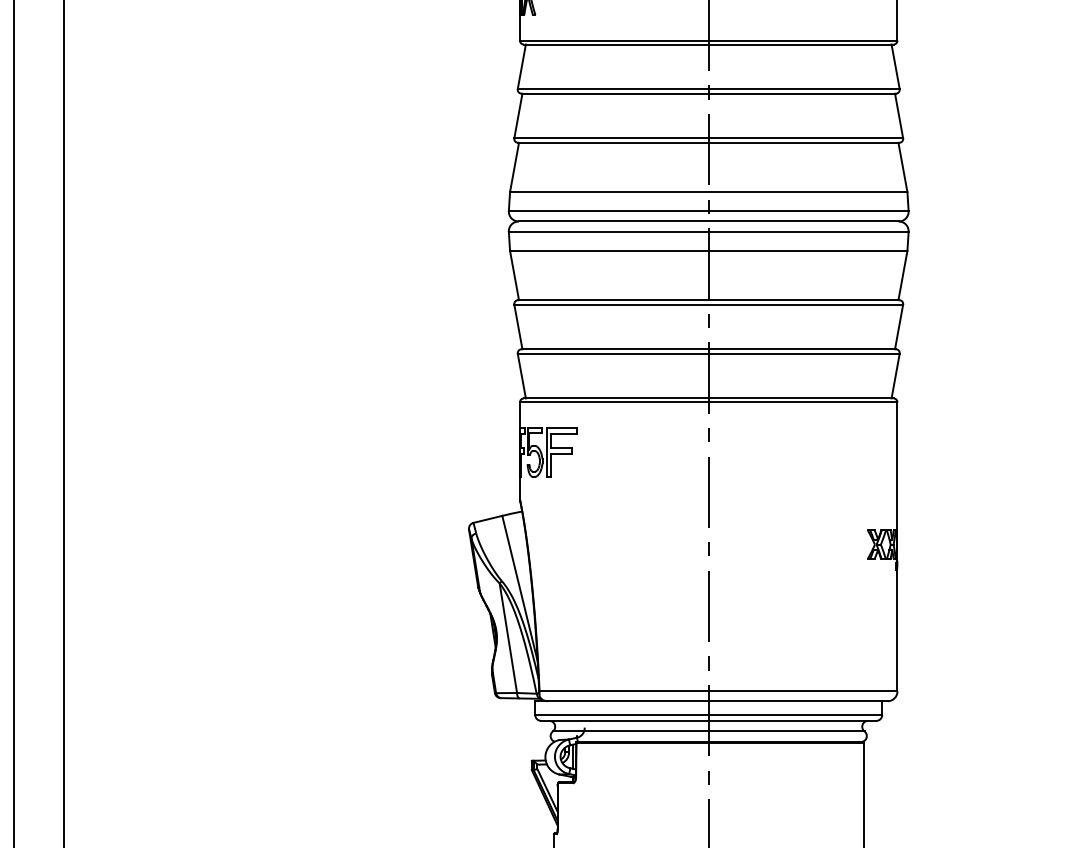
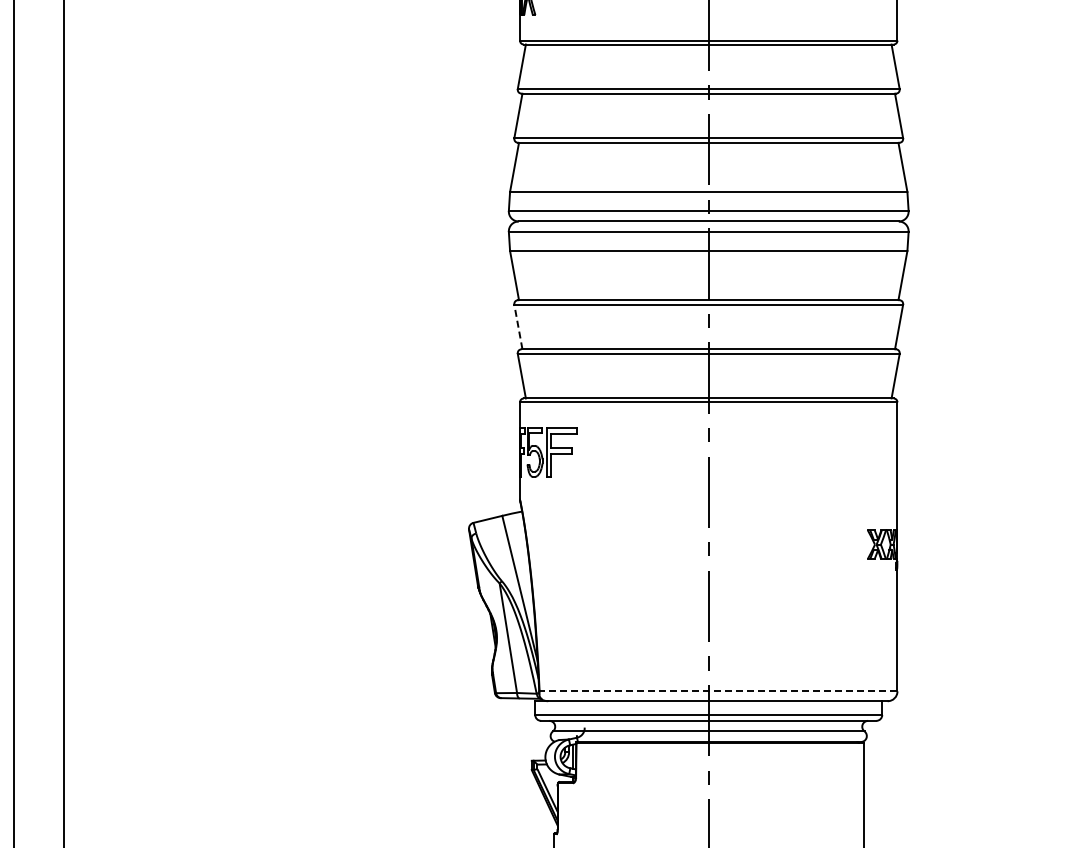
line at (518, 327): solid -> dashed
line at (718, 691): solid -> dashed
